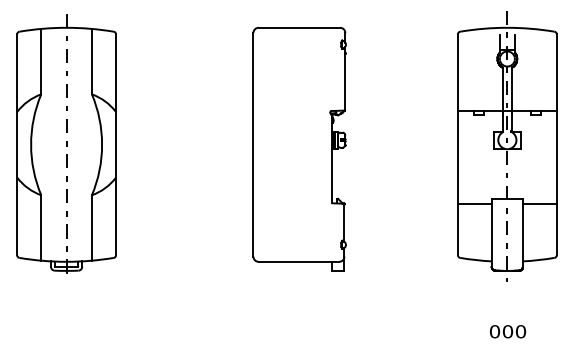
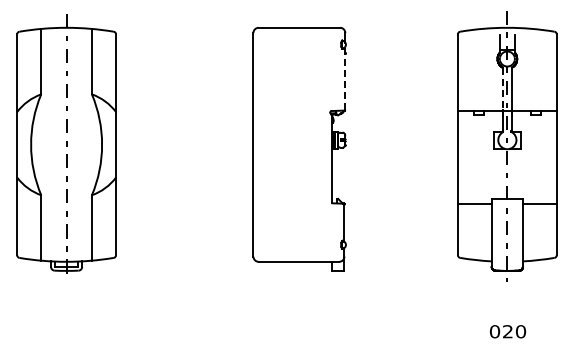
line at (345, 78): solid -> dashed
line at (502, 89): solid -> dashed
text at (507, 331): 000 -> 020
